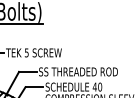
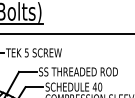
line at (66, 33): none -> present
